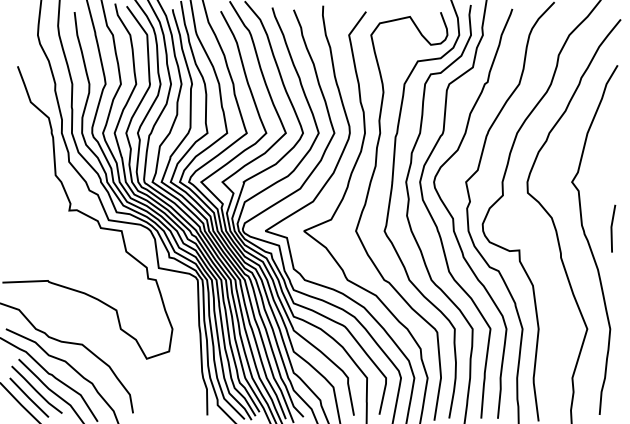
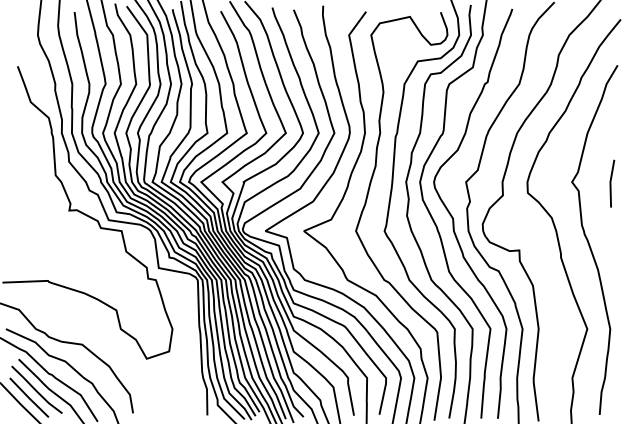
line at (612, 228) position: (612, 228) -> (611, 183)
